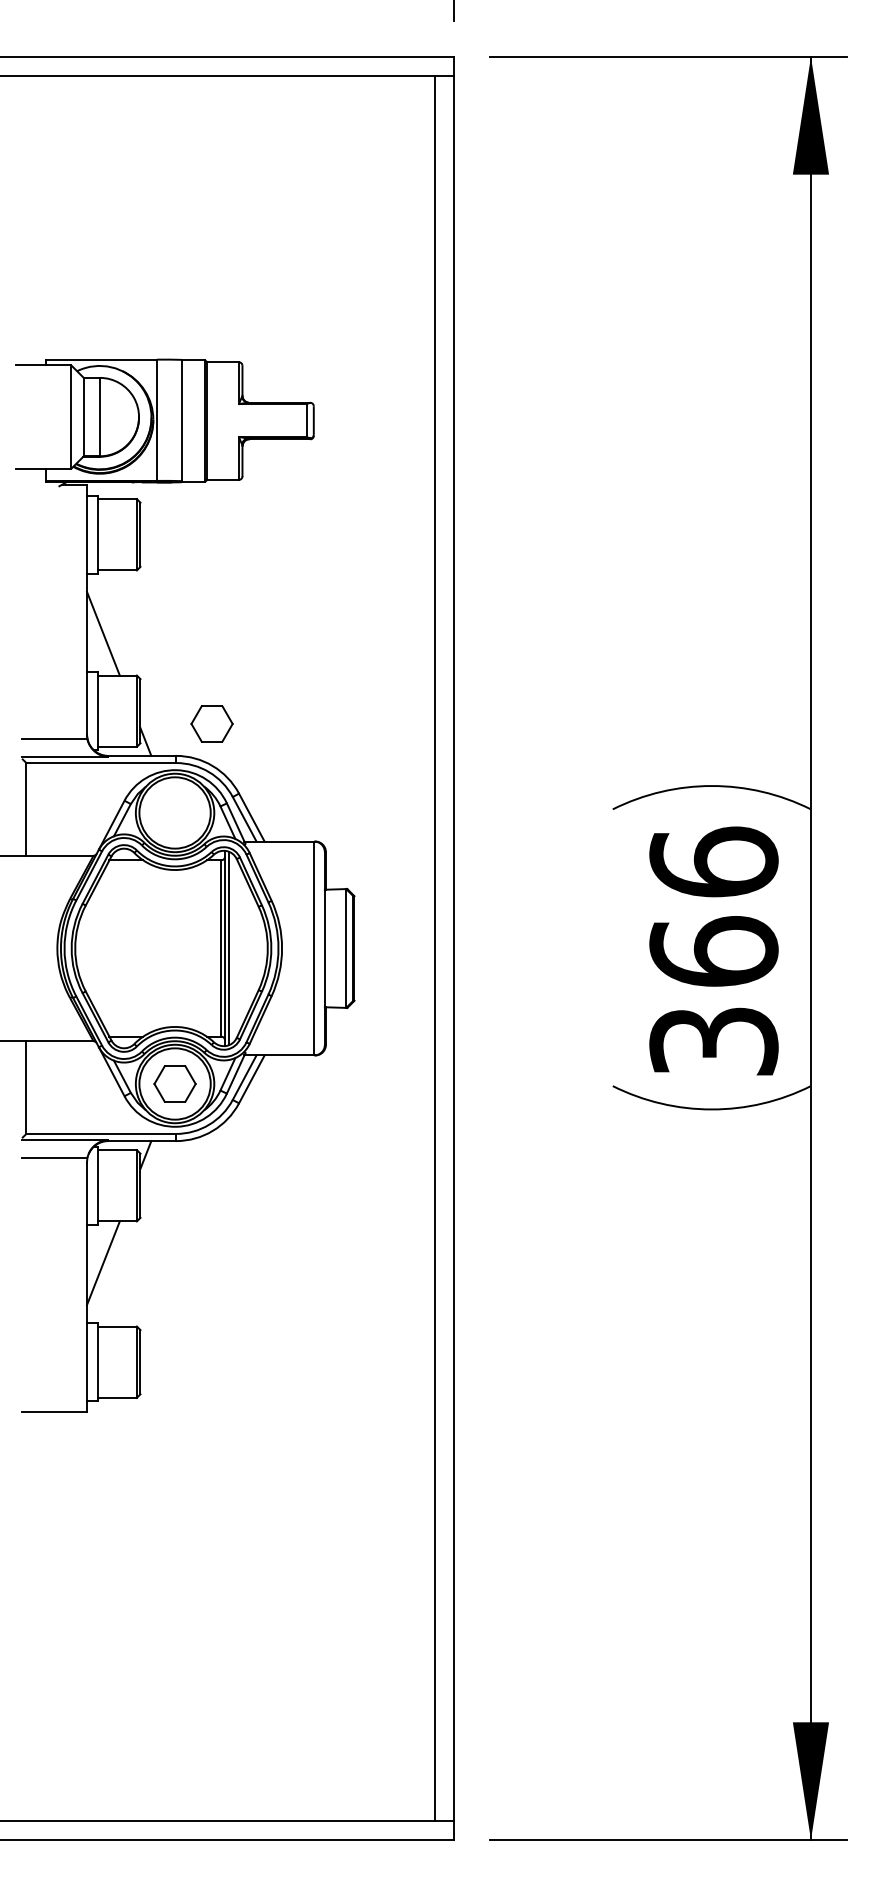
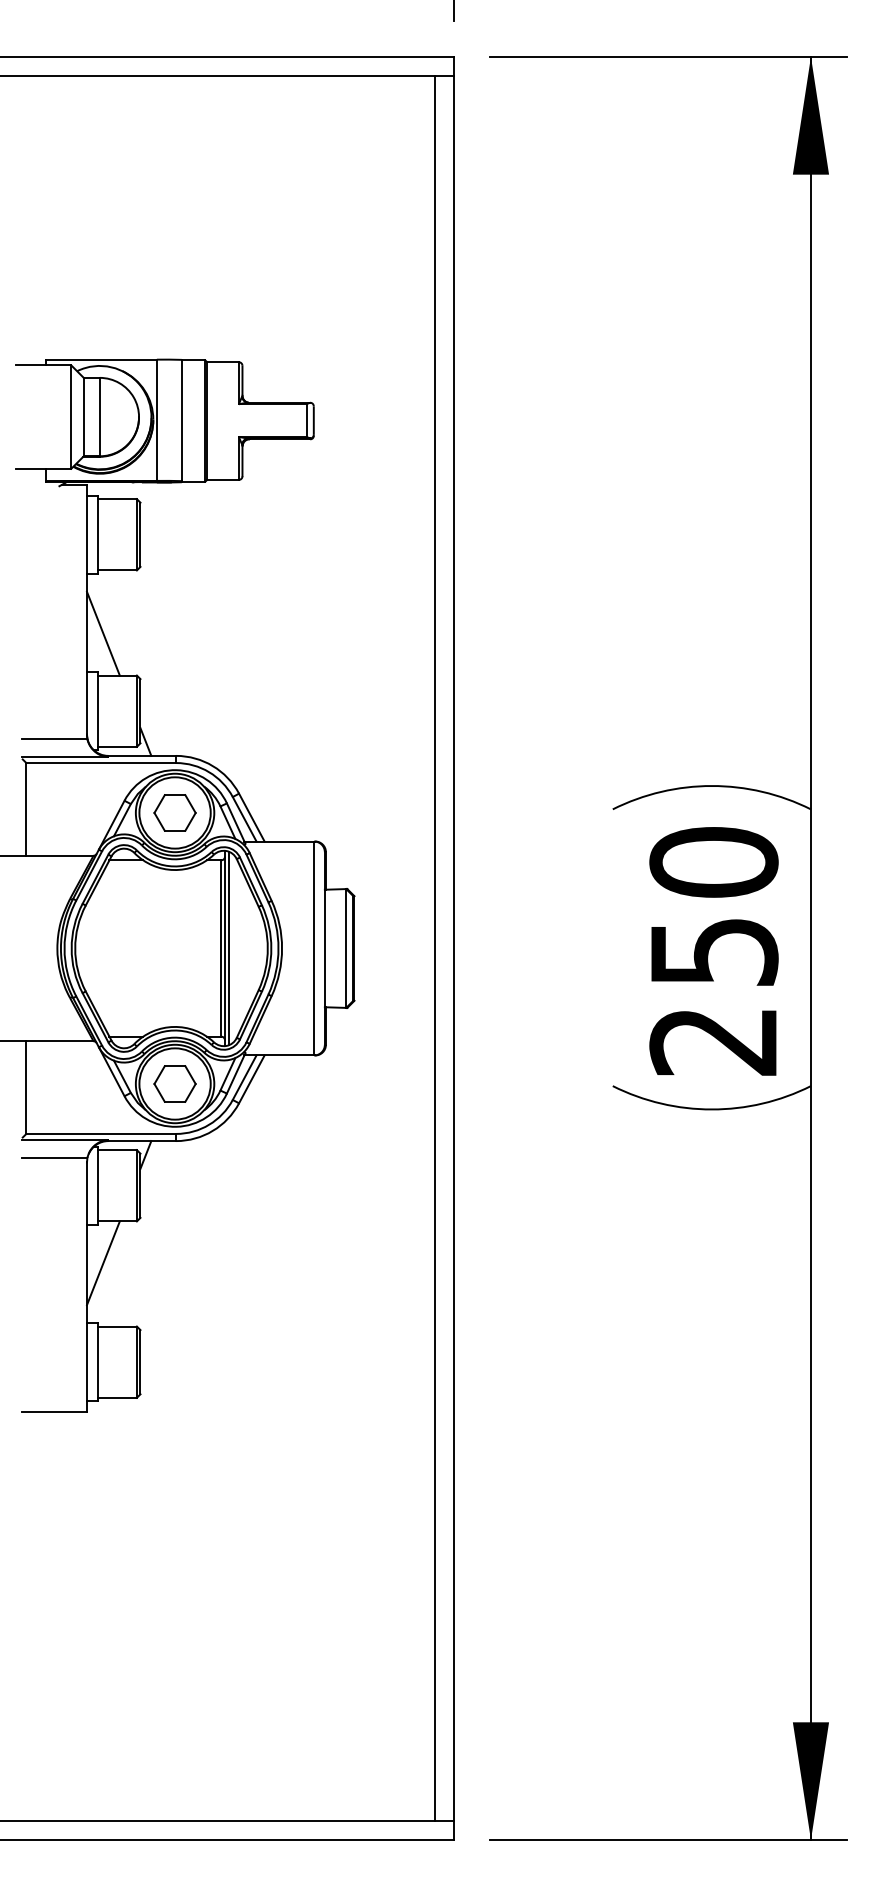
part at (211, 723) position: (211, 723) -> (174, 812)
text at (713, 950): 366 -> 250
